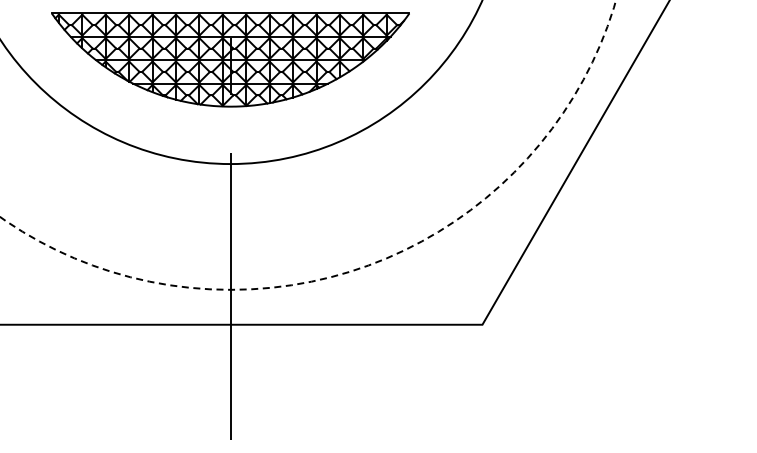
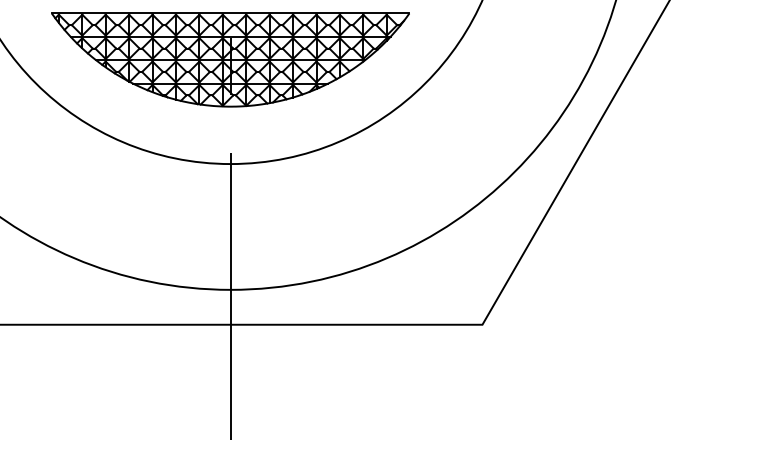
circle at (308, 144): dashed -> solid
